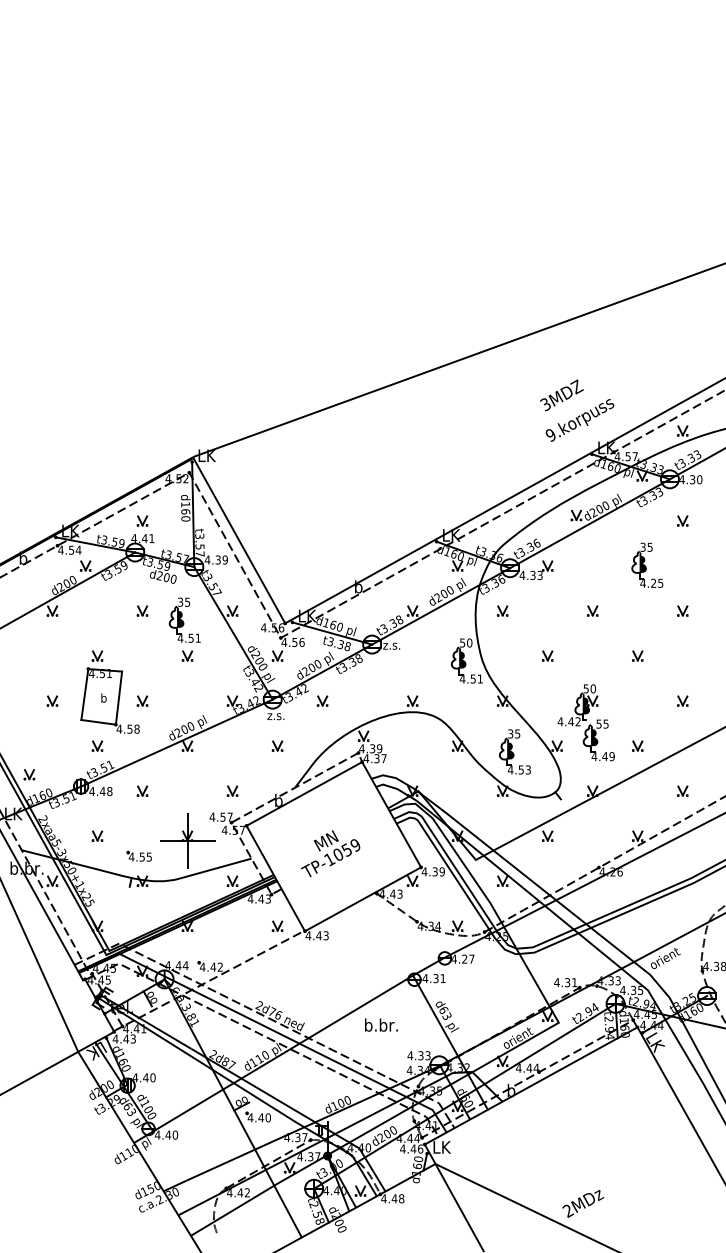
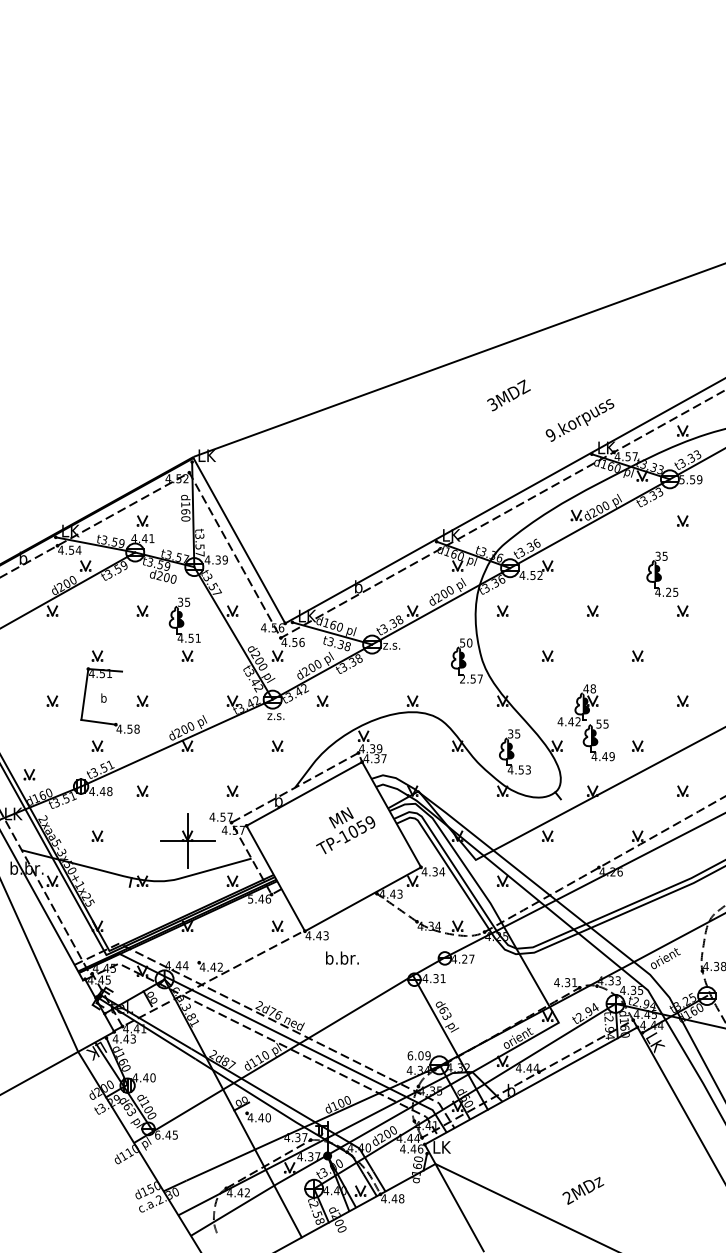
text at (561, 395) position: (561, 395) -> (508, 395)
text at (690, 479): 4.30 -> 5.59
part at (647, 564) position: (647, 564) -> (662, 573)
text at (536, 575): 4.33 -> 4.52
text at (470, 678): 4.51 -> 2.57
text at (589, 688): 50 -> 48
line at (118, 697): present -> none
text at (330, 853) position: (330, 853) -> (345, 830)
part at (138, 855): present -> none
text at (442, 871): 4.39 -> 4.34
text at (259, 898): 4.43 -> 5.46
text at (381, 1024) position: (381, 1024) -> (342, 957)
text at (418, 1055): 4.33 -> 6.09
text at (166, 1134): 4.40 -> 6.45
text at (583, 1203) position: (583, 1203) -> (583, 1190)
